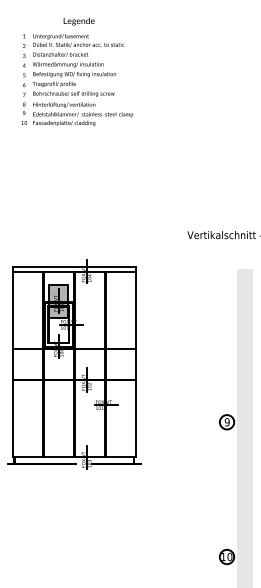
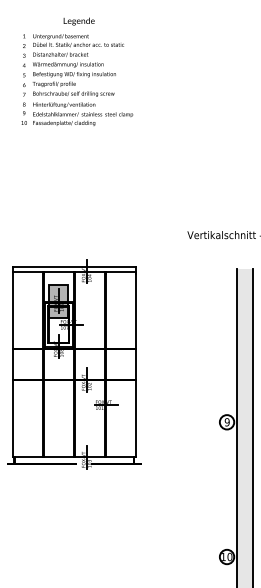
line at (237, 426): none -> present
line at (252, 426): none -> present
